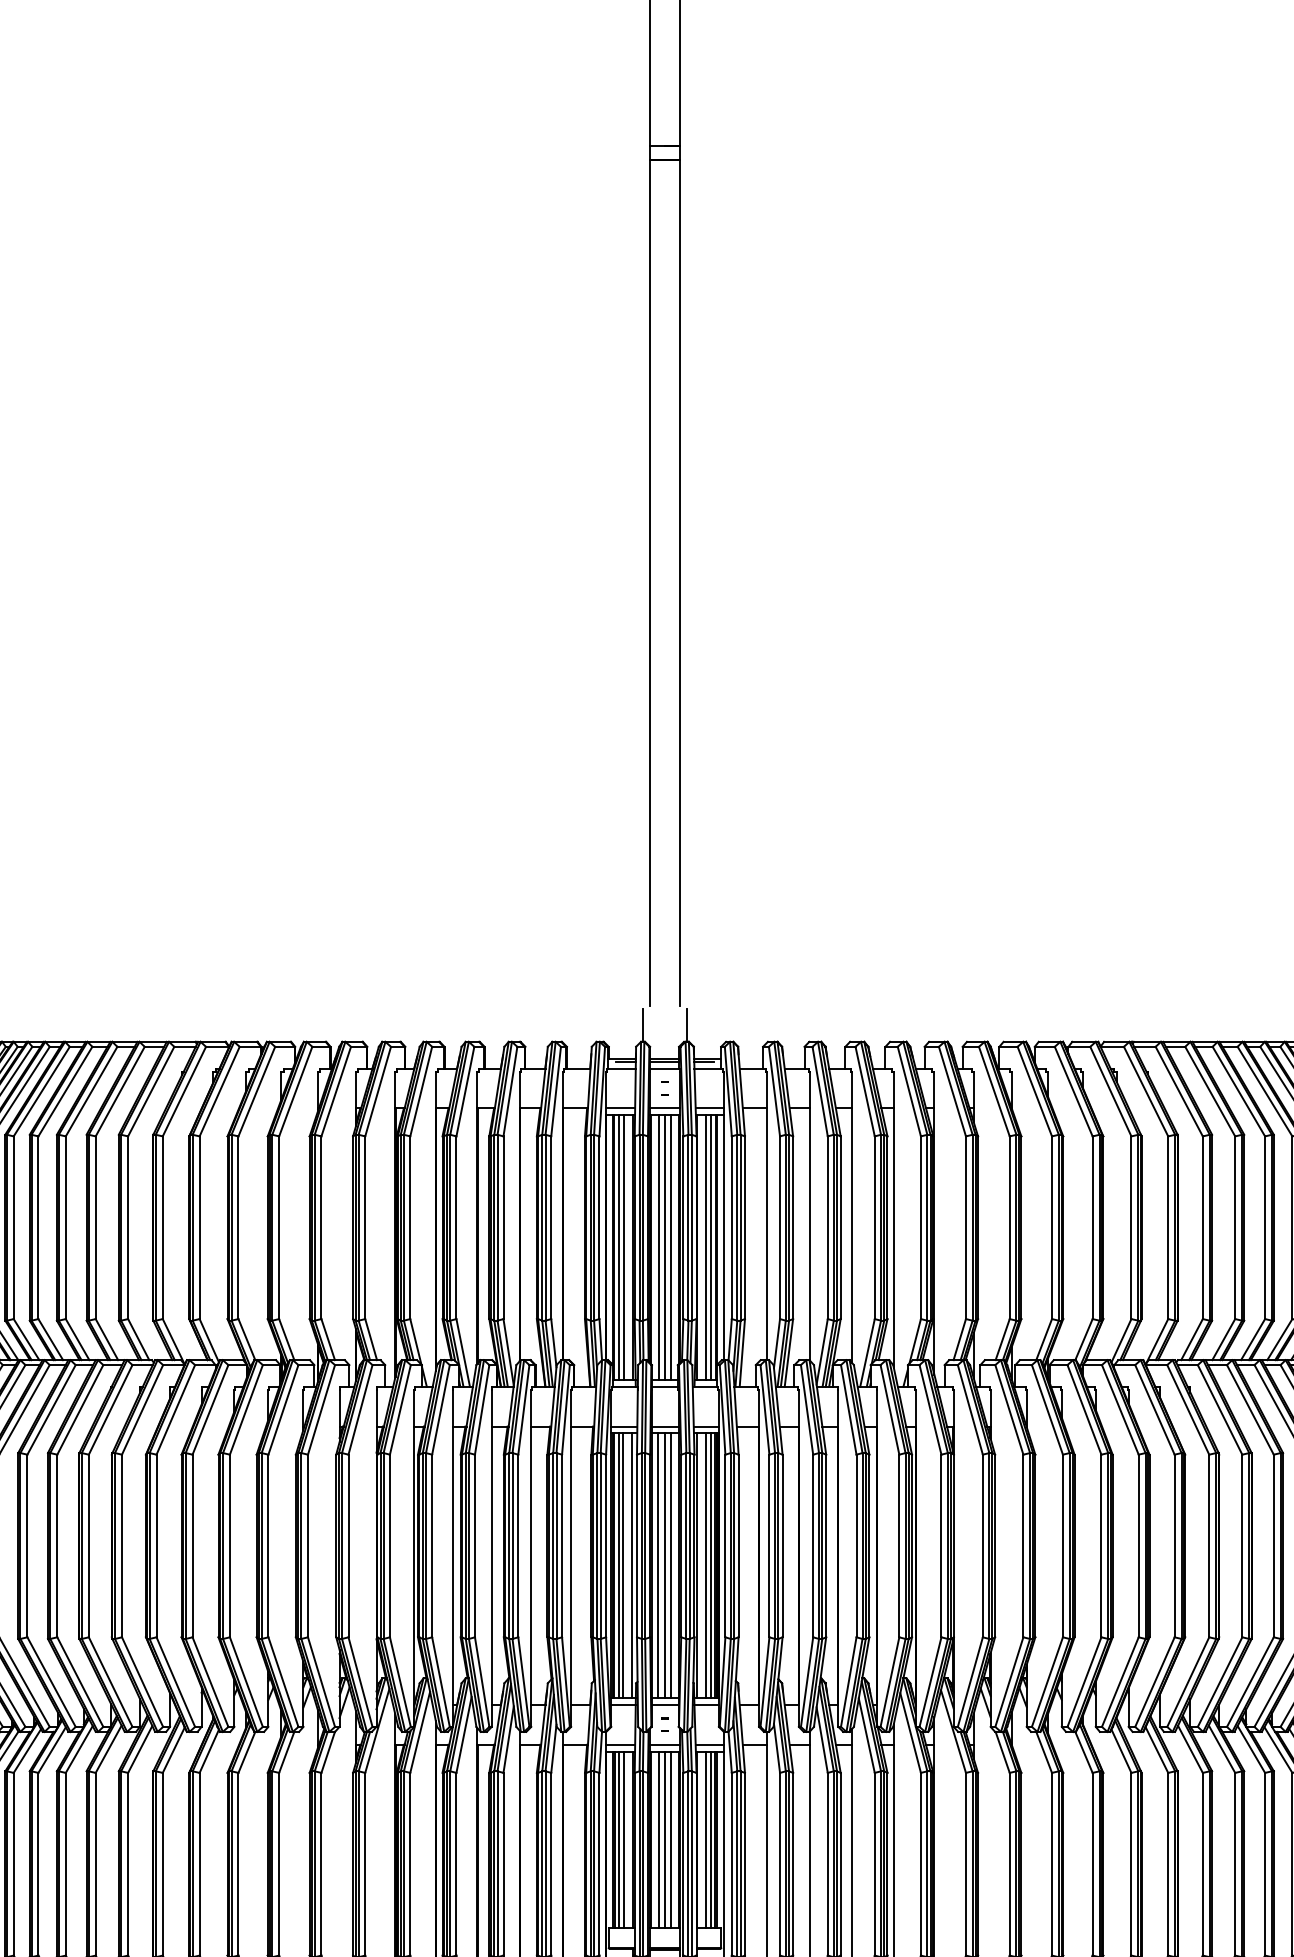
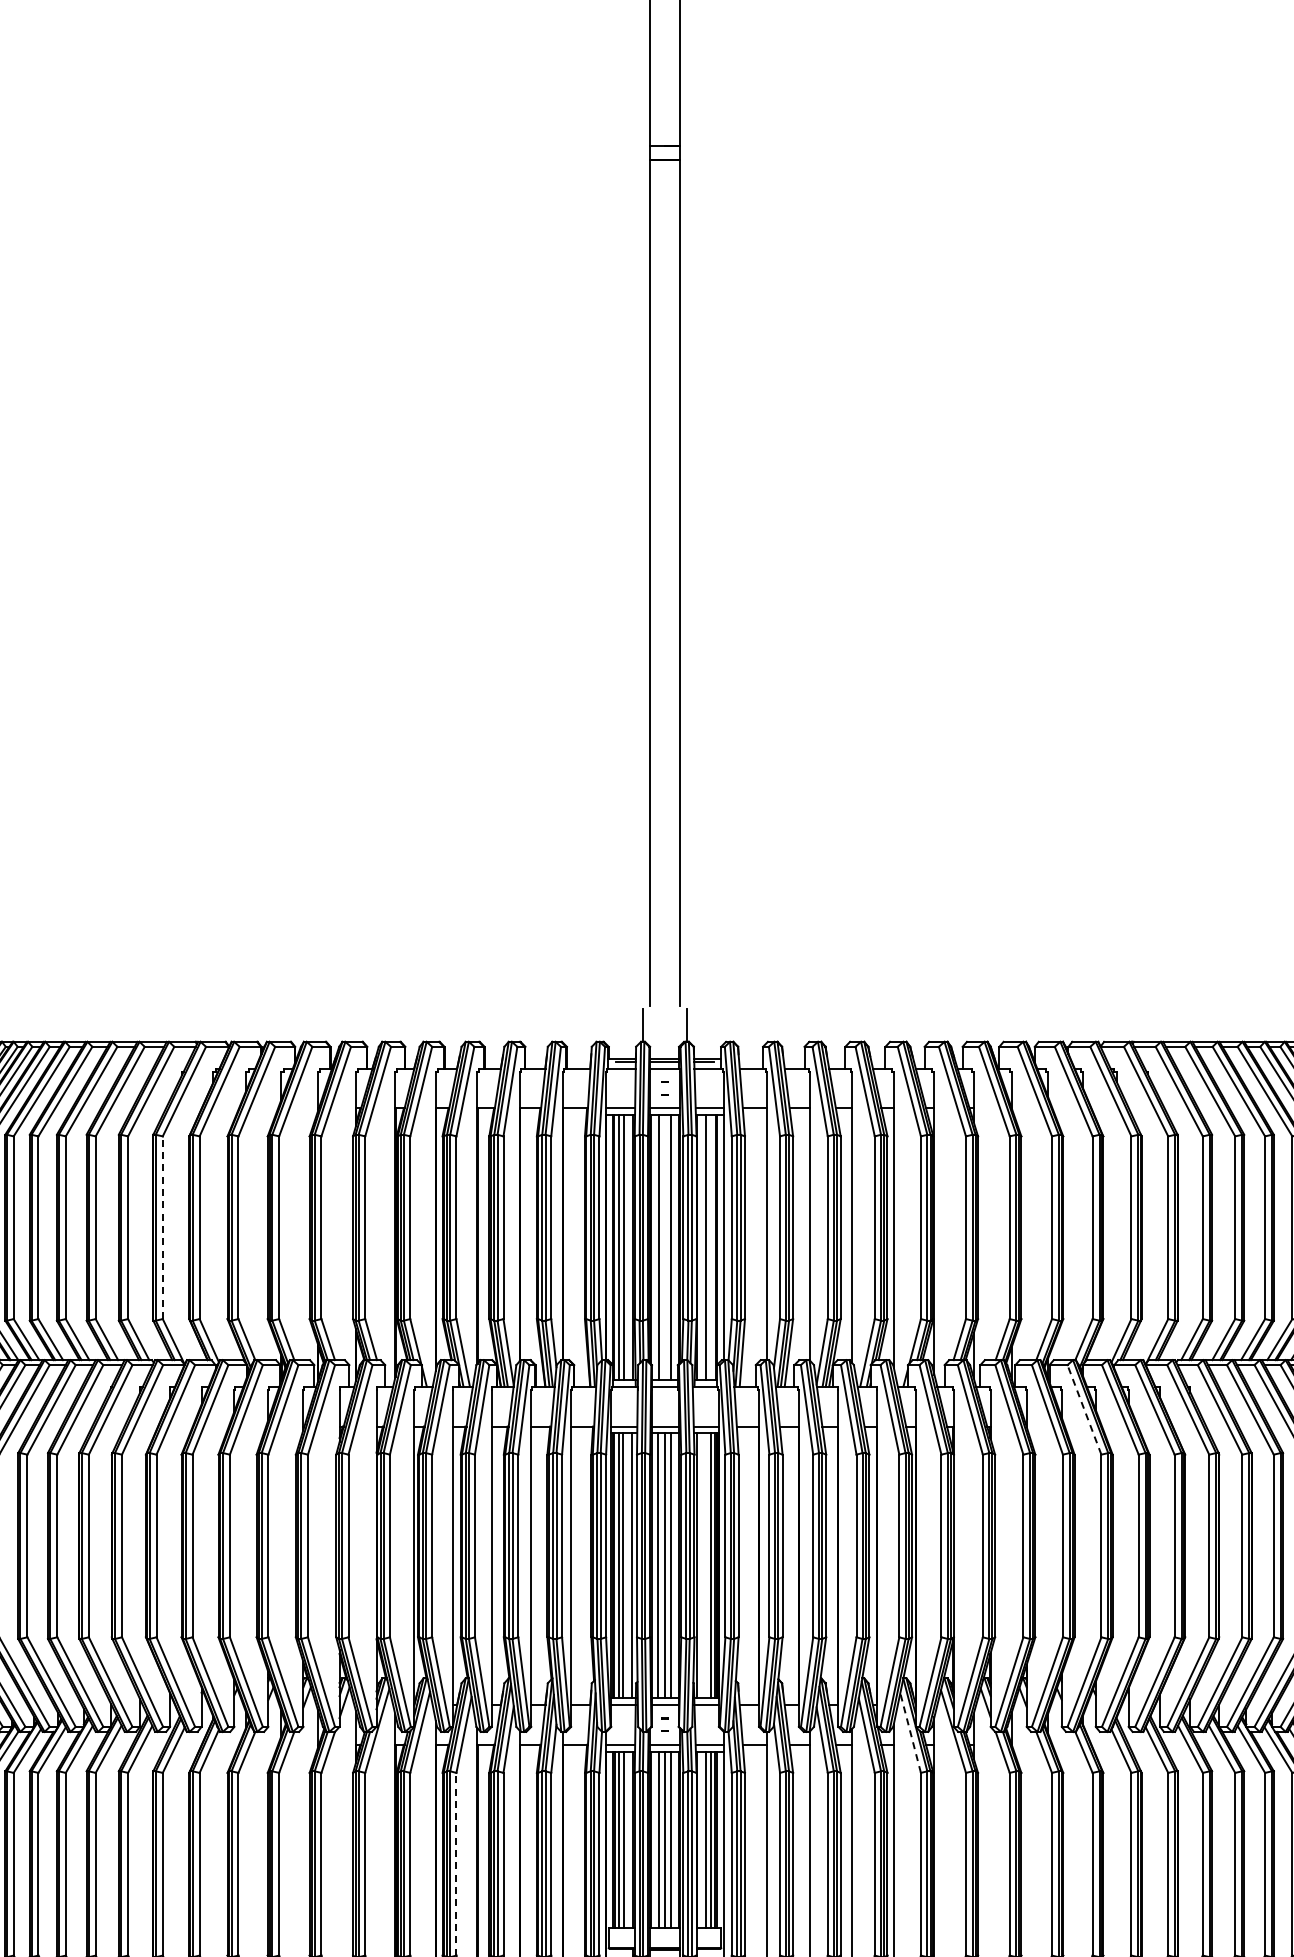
line at (162, 1227): solid -> dashed
line at (665, 1247): present -> none
line at (710, 1247): present -> none
line at (1084, 1409): solid -> dashed
line at (706, 1565): present -> none
line at (910, 1732): solid -> dashed
line at (456, 1863): solid -> dashed
